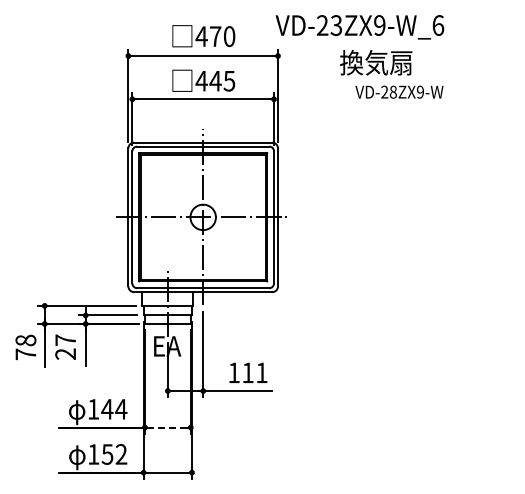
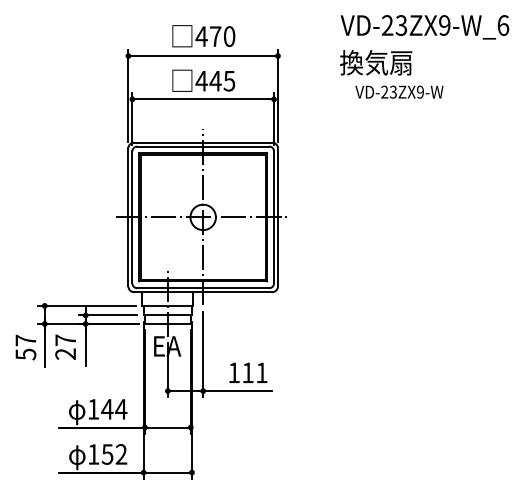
text at (359, 27) position: (359, 27) -> (424, 27)
text at (392, 91): VD-28ZX9-W -> VD-23ZX9-W
text at (25, 347): 78 -> 57
line at (167, 427): dashed -> solid
